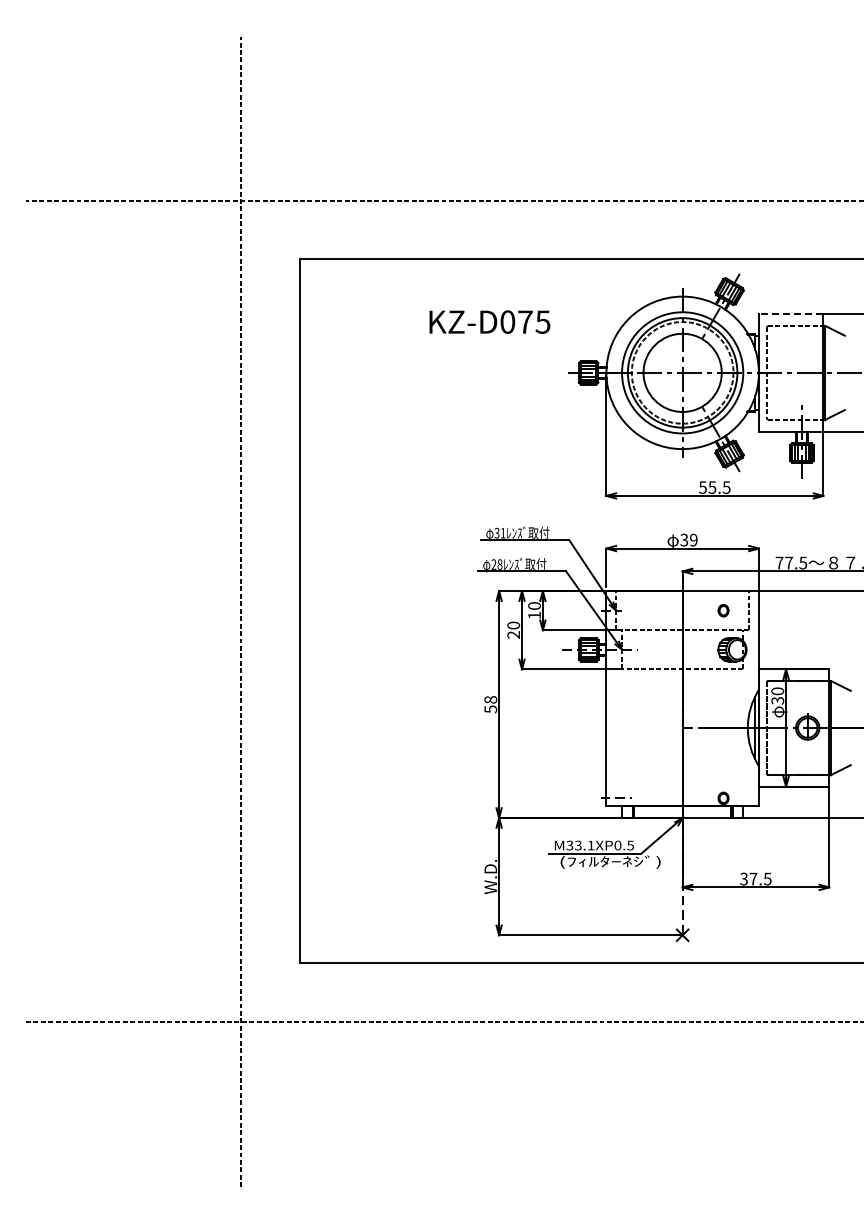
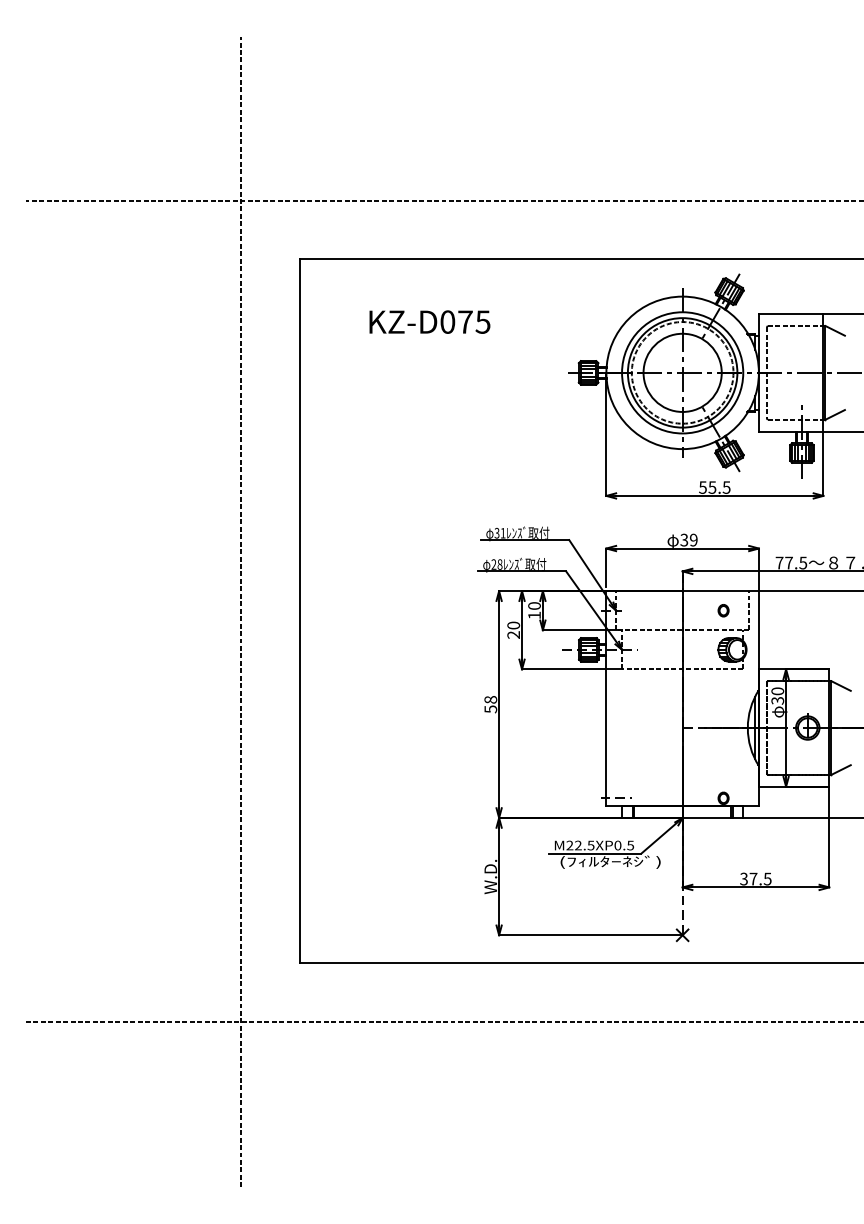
line at (790, 314): dashed -> solid
text at (489, 321) position: (489, 321) -> (429, 321)
text at (580, 845): M33.1XP0.5 -> M22.5XP0.5
